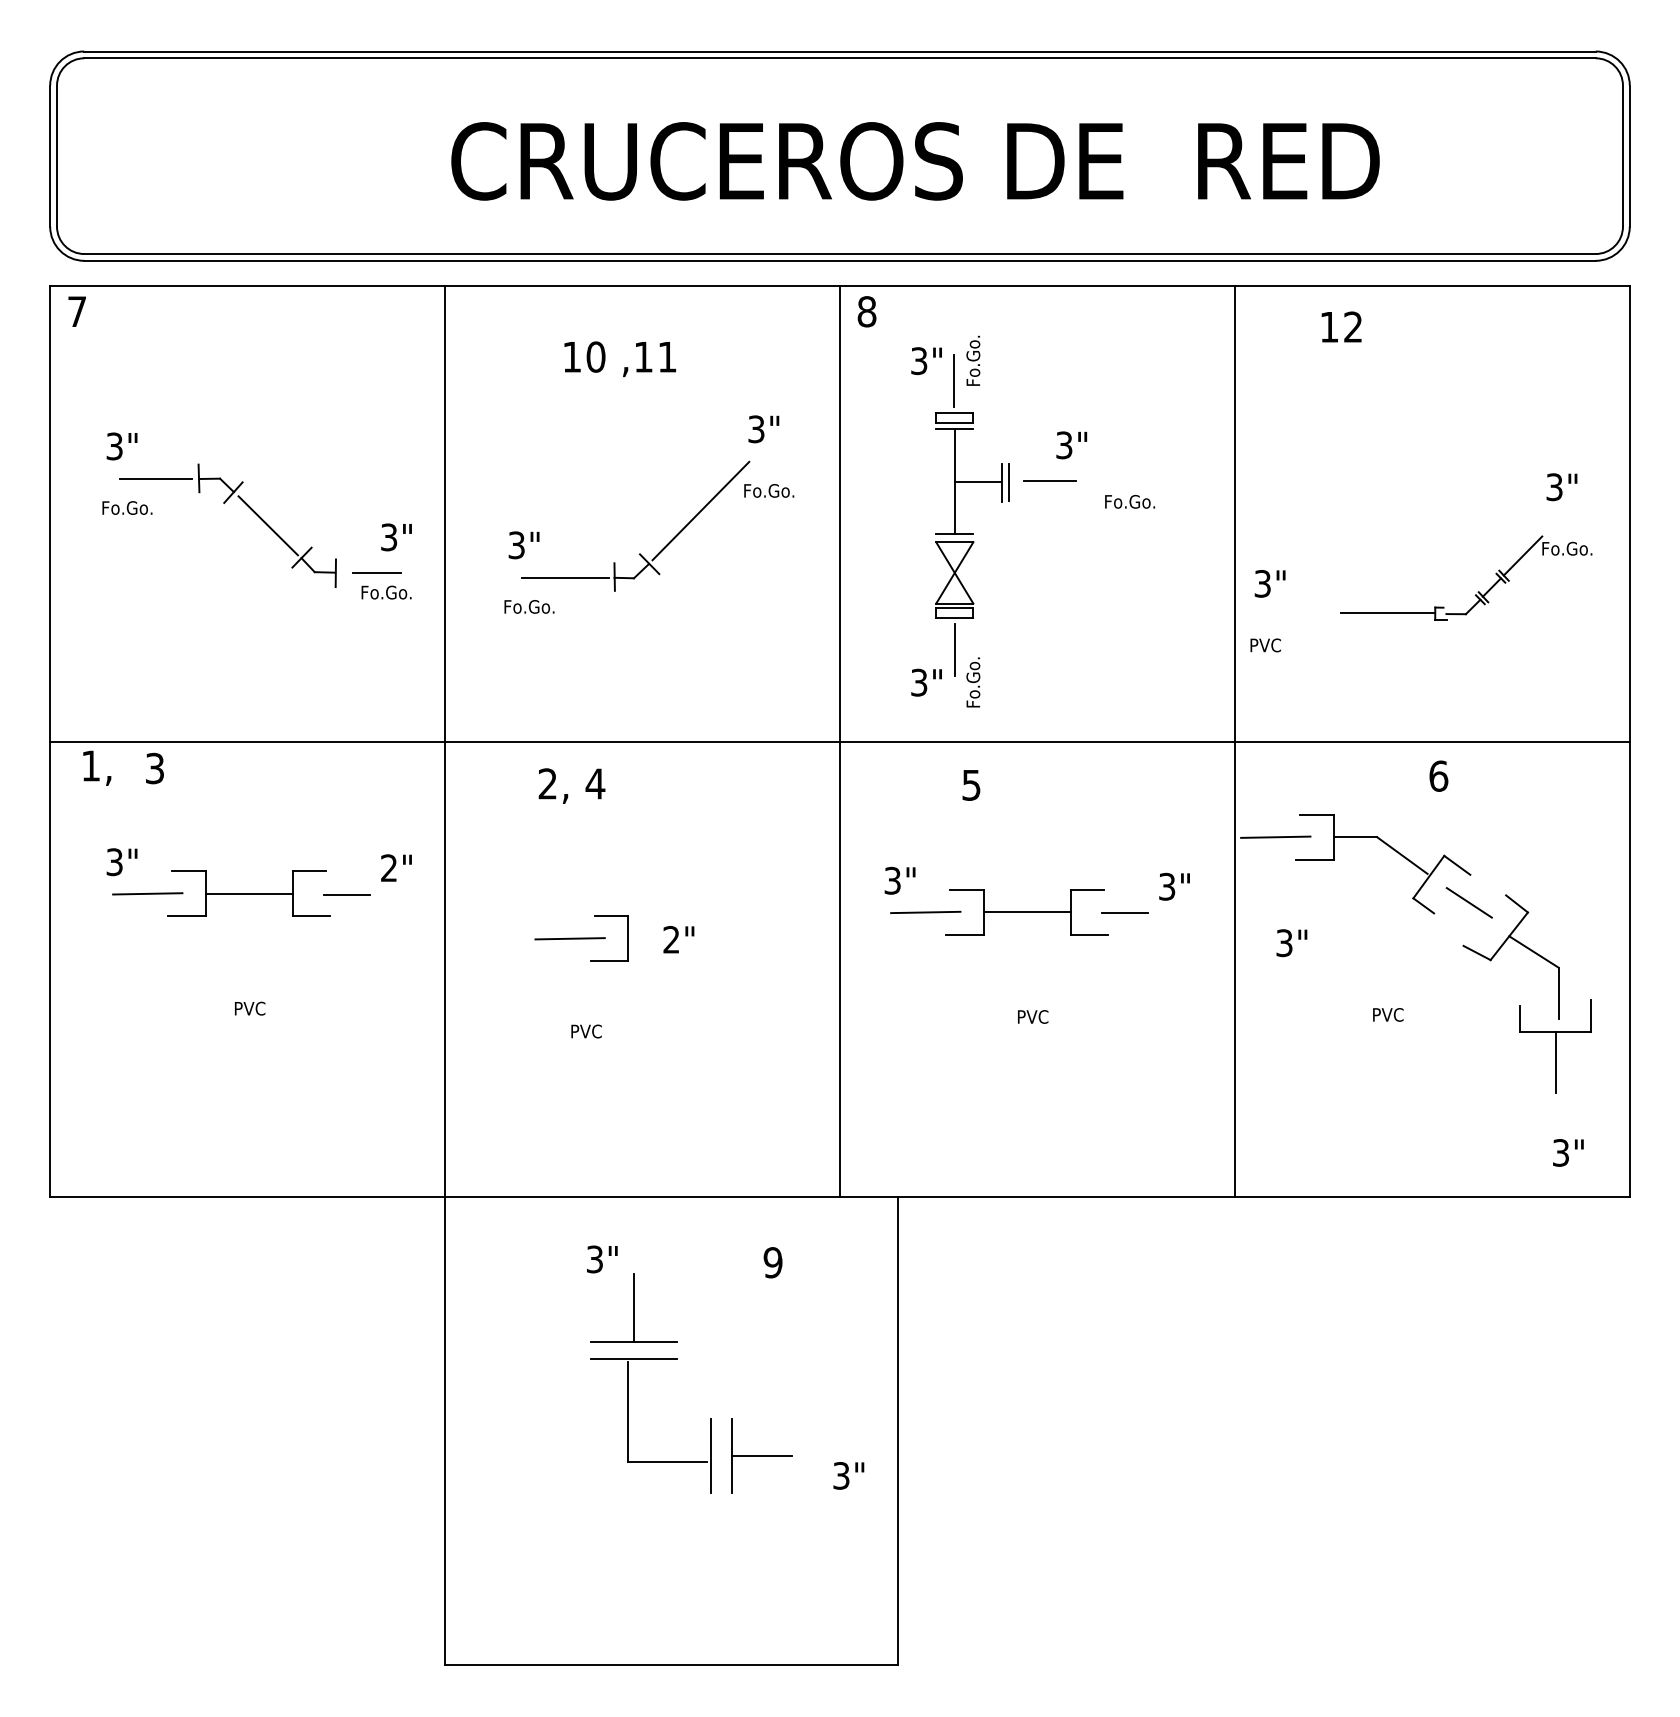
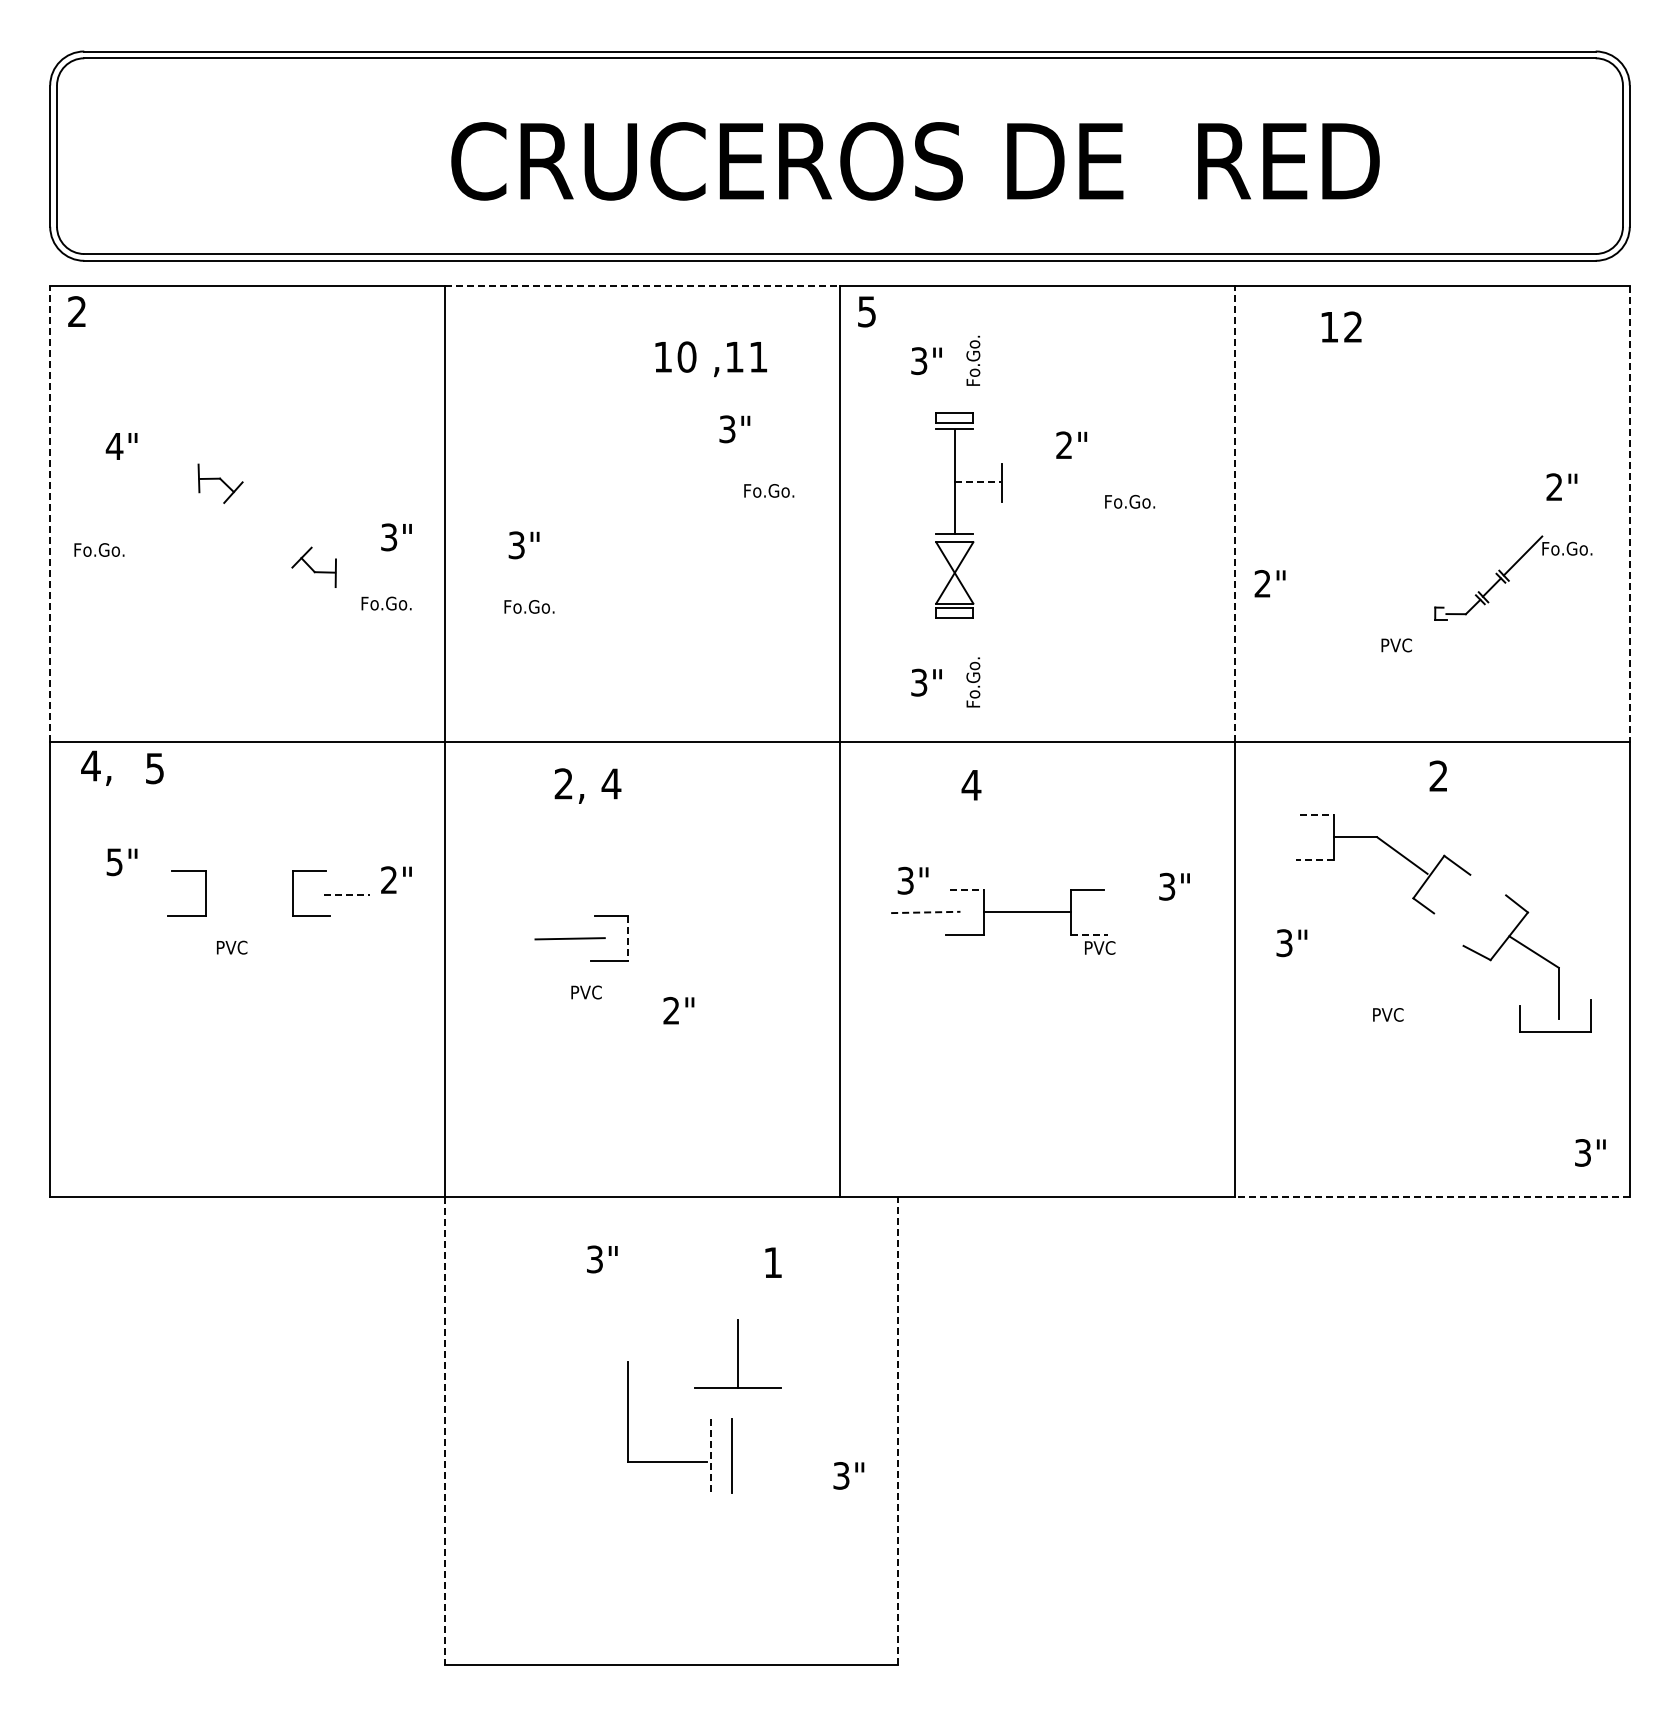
line at (643, 286): solid -> dashed
text at (76, 311): 7 -> 2
text at (866, 311): 8 -> 5
text at (619, 359) position: (619, 359) -> (710, 359)
line at (954, 380): present -> none
text at (763, 429) position: (763, 429) -> (734, 429)
text at (1064, 445): 3" -> 2"
text at (114, 446): 3" -> 4"
line at (155, 479): present -> none
line at (1050, 480): present -> none
line at (978, 481): solid -> dashed
line at (1009, 481): present -> none
text at (1554, 487): 3" -> 2"
text at (127, 507) position: (127, 507) -> (99, 549)
line at (50, 513): solid -> dashed
line at (1234, 513): solid -> dashed
line at (1629, 513): solid -> dashed
line at (268, 525): present -> none
part at (639, 553): present -> none
line at (376, 572): present -> none
text at (1262, 583): 3" -> 2"
text at (386, 592) position: (386, 592) -> (386, 603)
line at (1387, 613): present -> none
text at (1265, 645) position: (1265, 645) -> (1396, 645)
line at (954, 650): present -> none
text at (90, 765): 1, -> 4,
text at (154, 767): 3 -> 5
text at (1438, 775): 6 -> 2
text at (571, 785) position: (571, 785) -> (587, 785)
text at (971, 785): 5 -> 4
line at (1316, 814): solid -> dashed
line at (1275, 836): present -> none
line at (1314, 859): solid -> dashed
text at (114, 861): 3" -> 5"
text at (396, 867) position: (396, 867) -> (396, 879)
text at (899, 880) position: (899, 880) -> (912, 880)
line at (966, 890): solid -> dashed
line at (147, 893): present -> none
line at (248, 893): present -> none
line at (347, 894): solid -> dashed
line at (1468, 902): present -> none
line at (925, 912): solid -> dashed
line at (1124, 913): present -> none
line at (1089, 934): solid -> dashed
line at (627, 939): solid -> dashed
text at (678, 939) position: (678, 939) -> (678, 1010)
text at (250, 1008) position: (250, 1008) -> (232, 947)
text at (1033, 1016) position: (1033, 1016) -> (1100, 947)
text at (586, 1031) position: (586, 1031) -> (586, 992)
line at (1555, 1062): present -> none
text at (1568, 1152) position: (1568, 1152) -> (1590, 1152)
line at (1431, 1197): solid -> dashed
text at (772, 1262): 9 -> 1
part at (633, 1307) position: (633, 1307) -> (737, 1353)
line at (634, 1358): present -> none
line at (897, 1430): solid -> dashed
line at (445, 1431): solid -> dashed
line at (761, 1455): present -> none
line at (711, 1456): solid -> dashed
